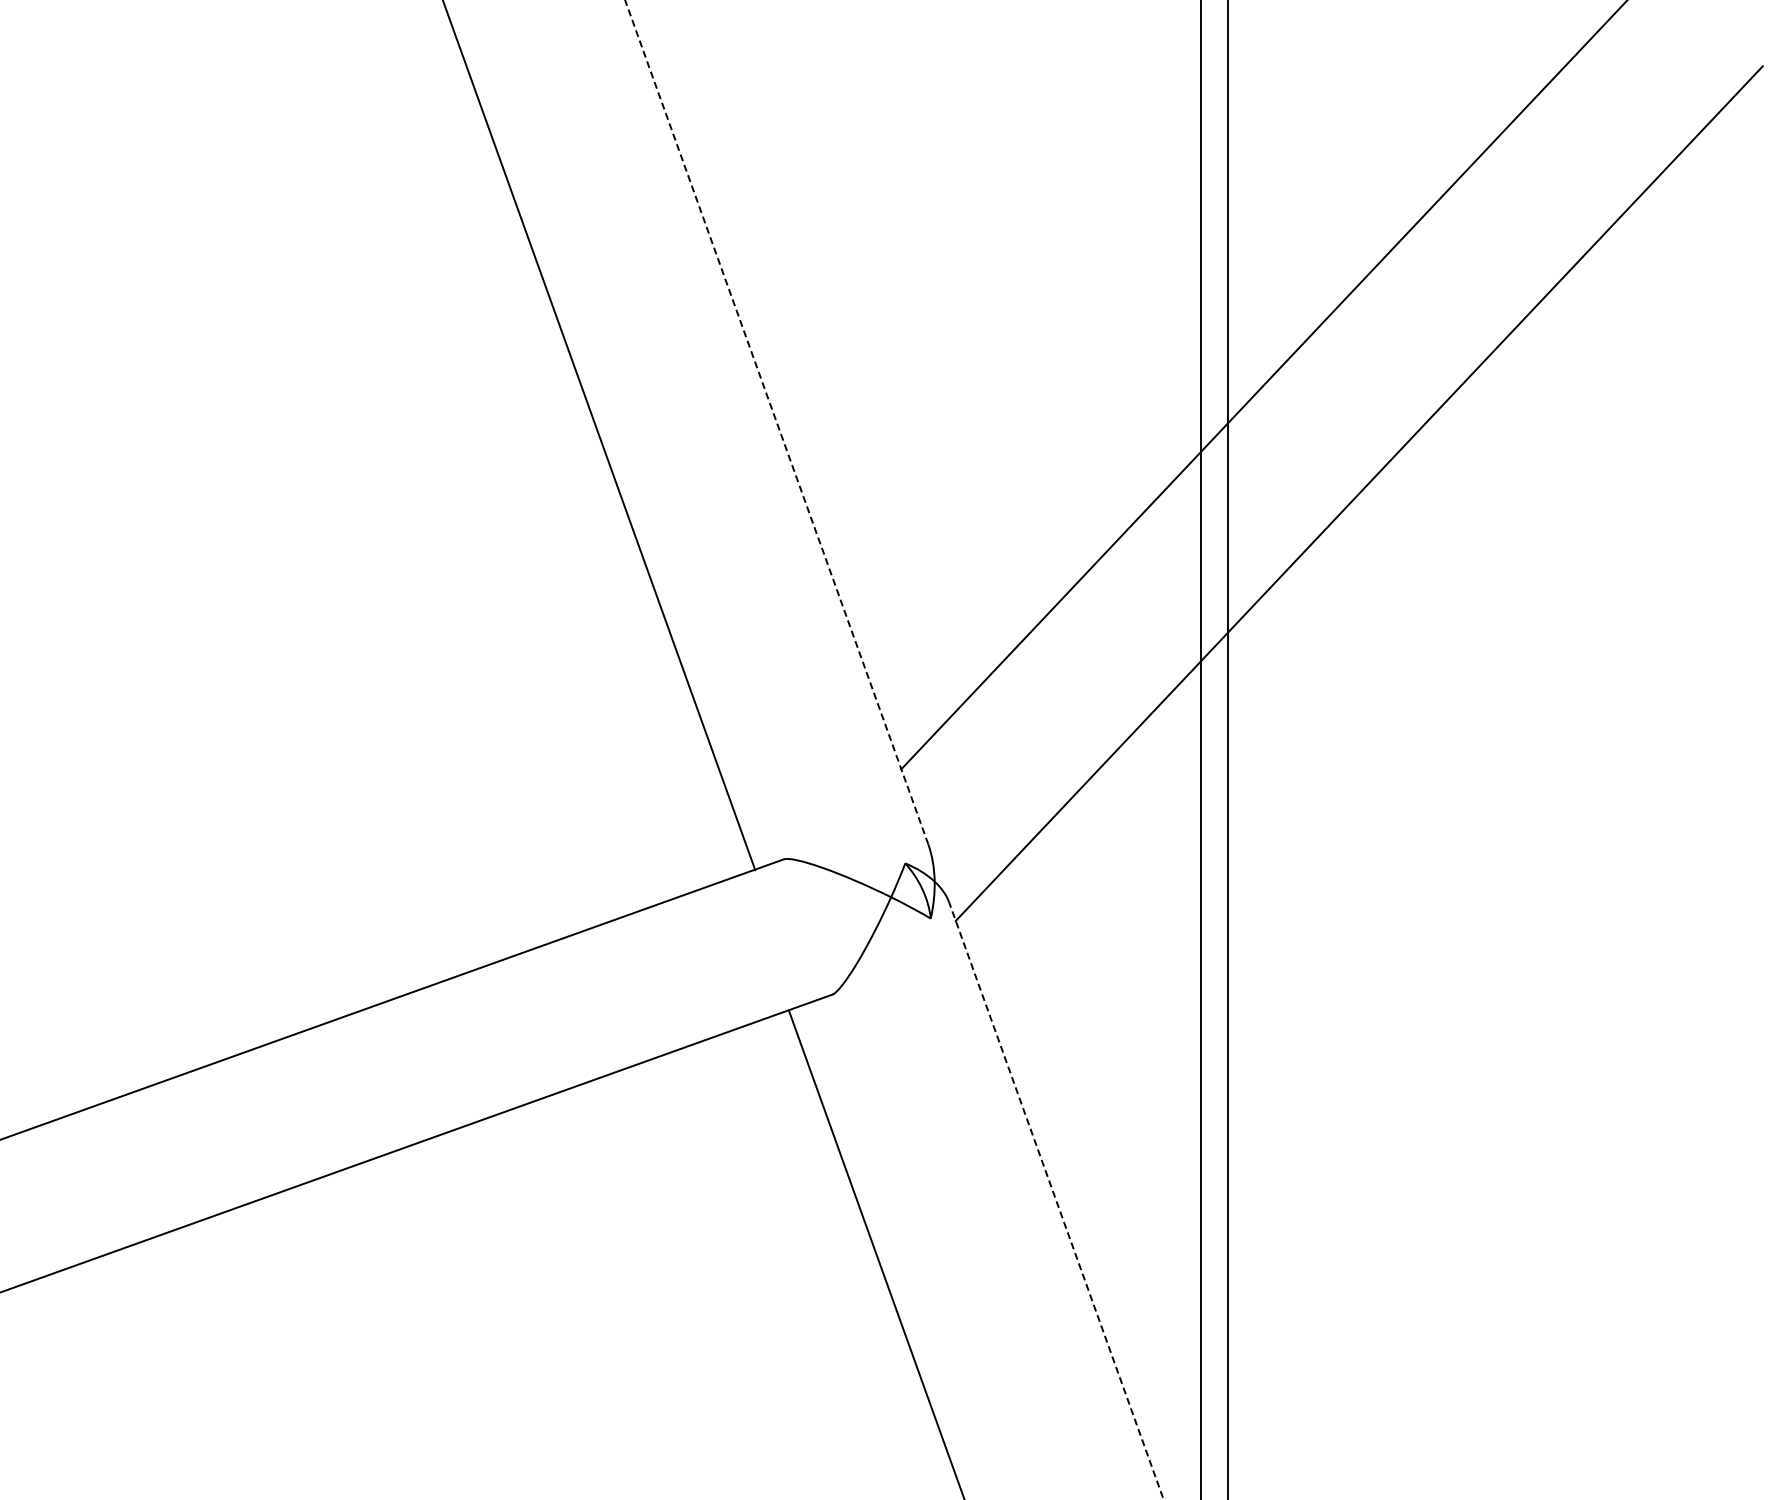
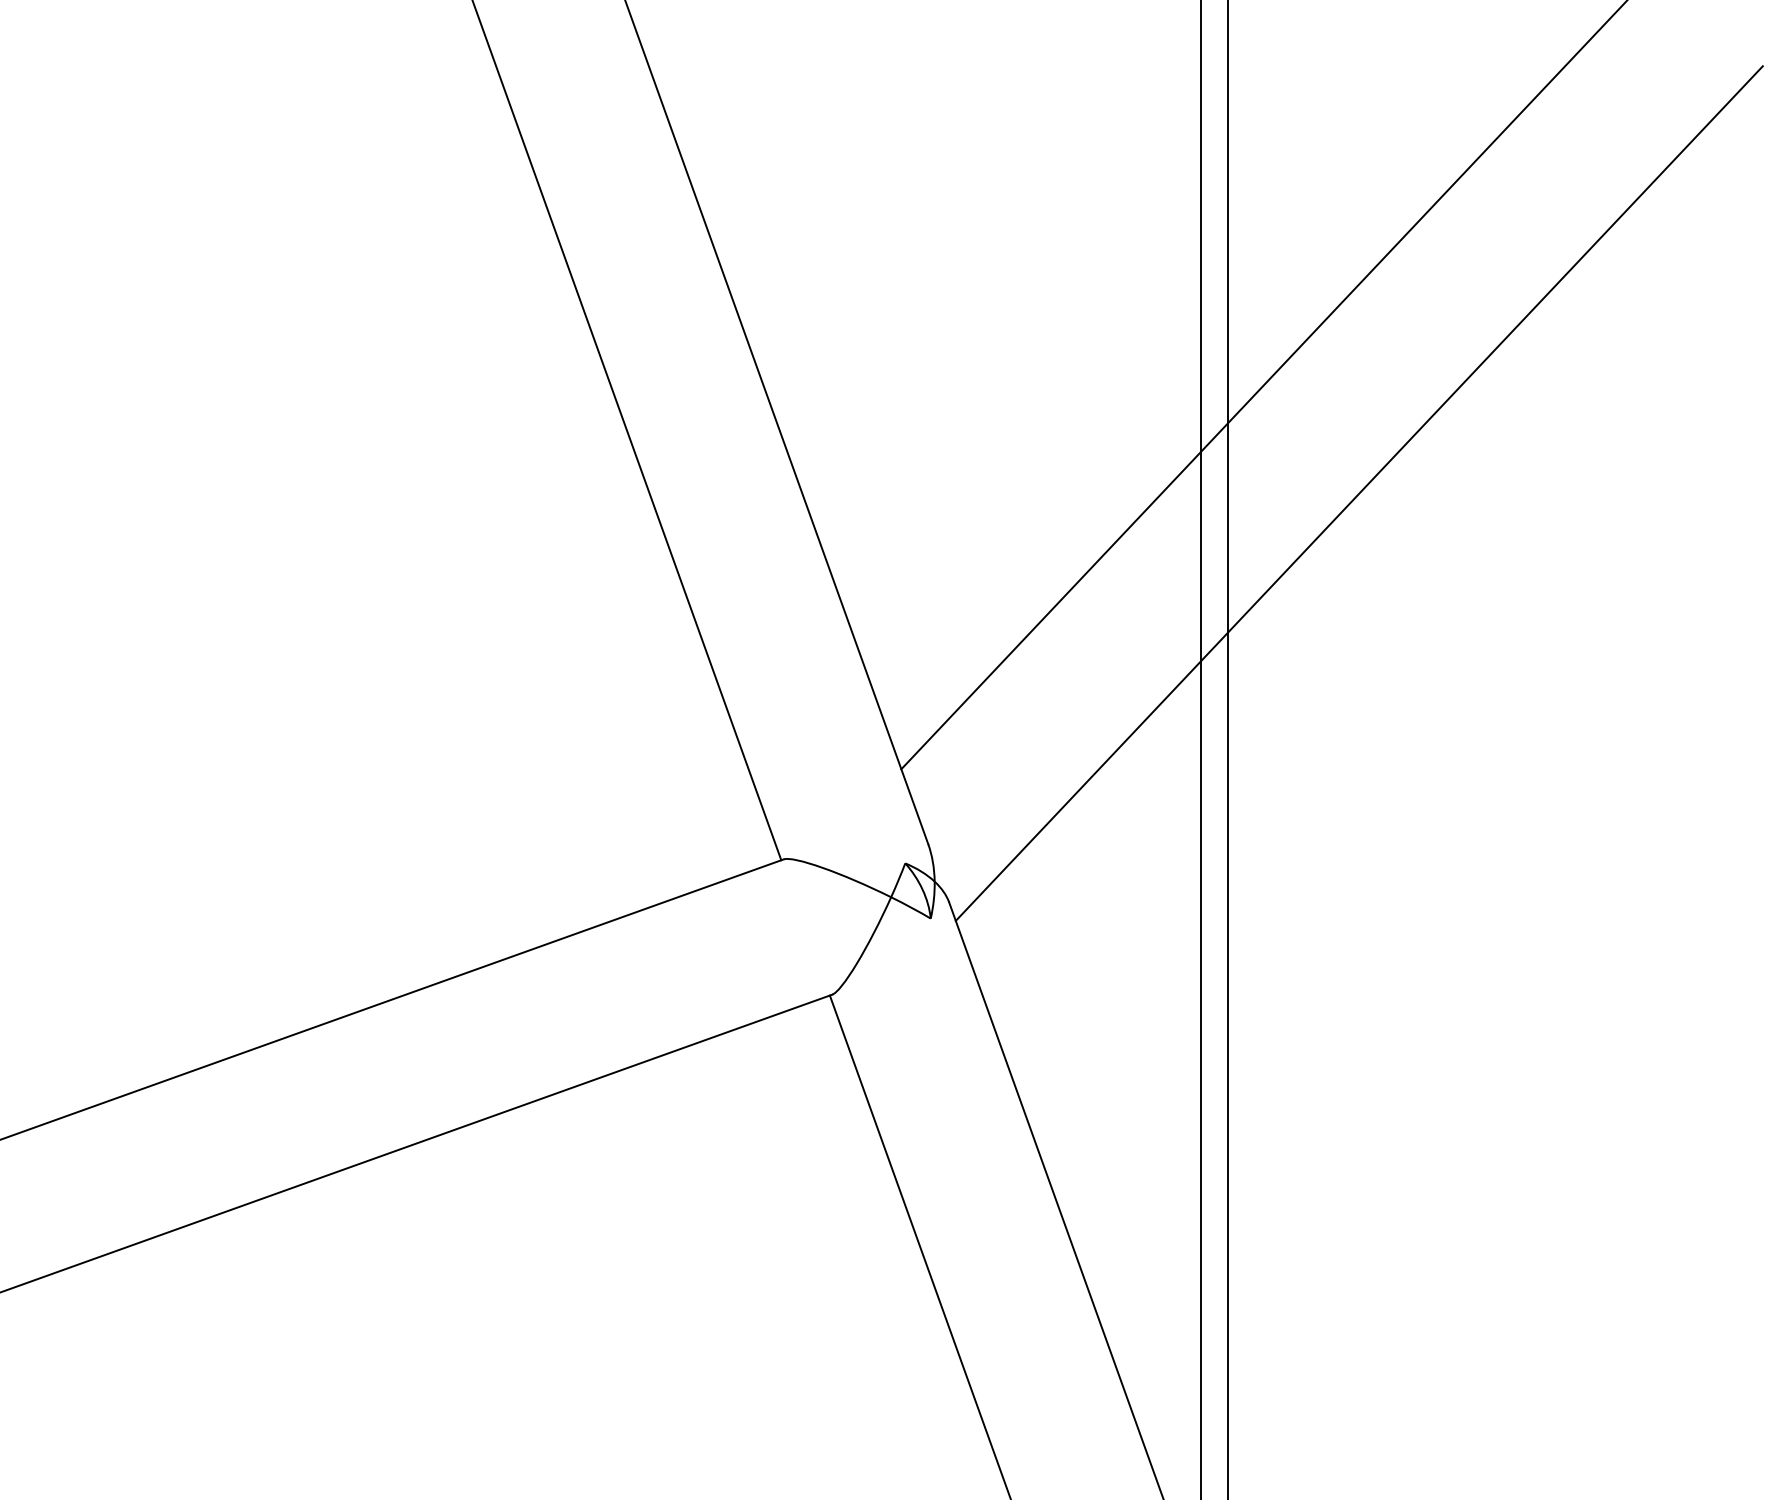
line at (776, 421): dashed -> solid
line at (599, 436) position: (599, 436) -> (627, 431)
line at (1056, 1200): dashed -> solid
line at (875, 1253) position: (875, 1253) -> (919, 1245)
